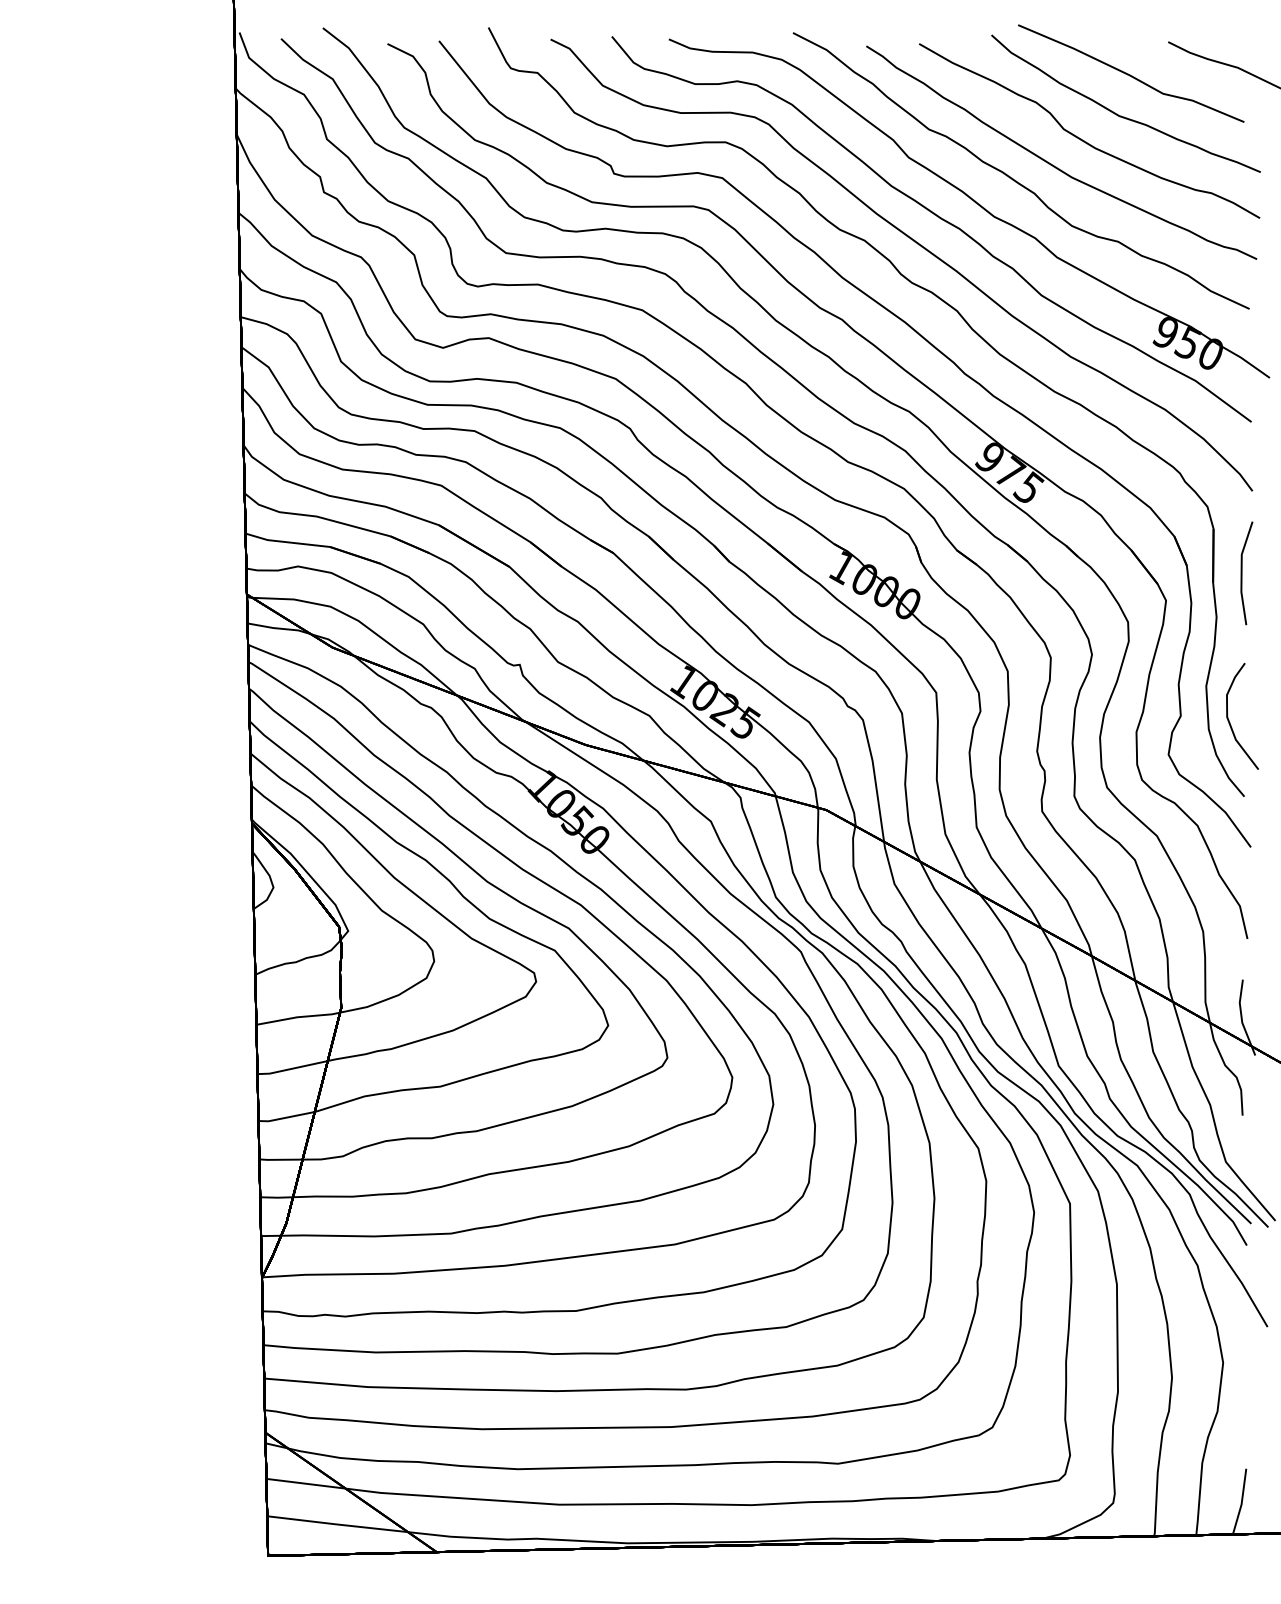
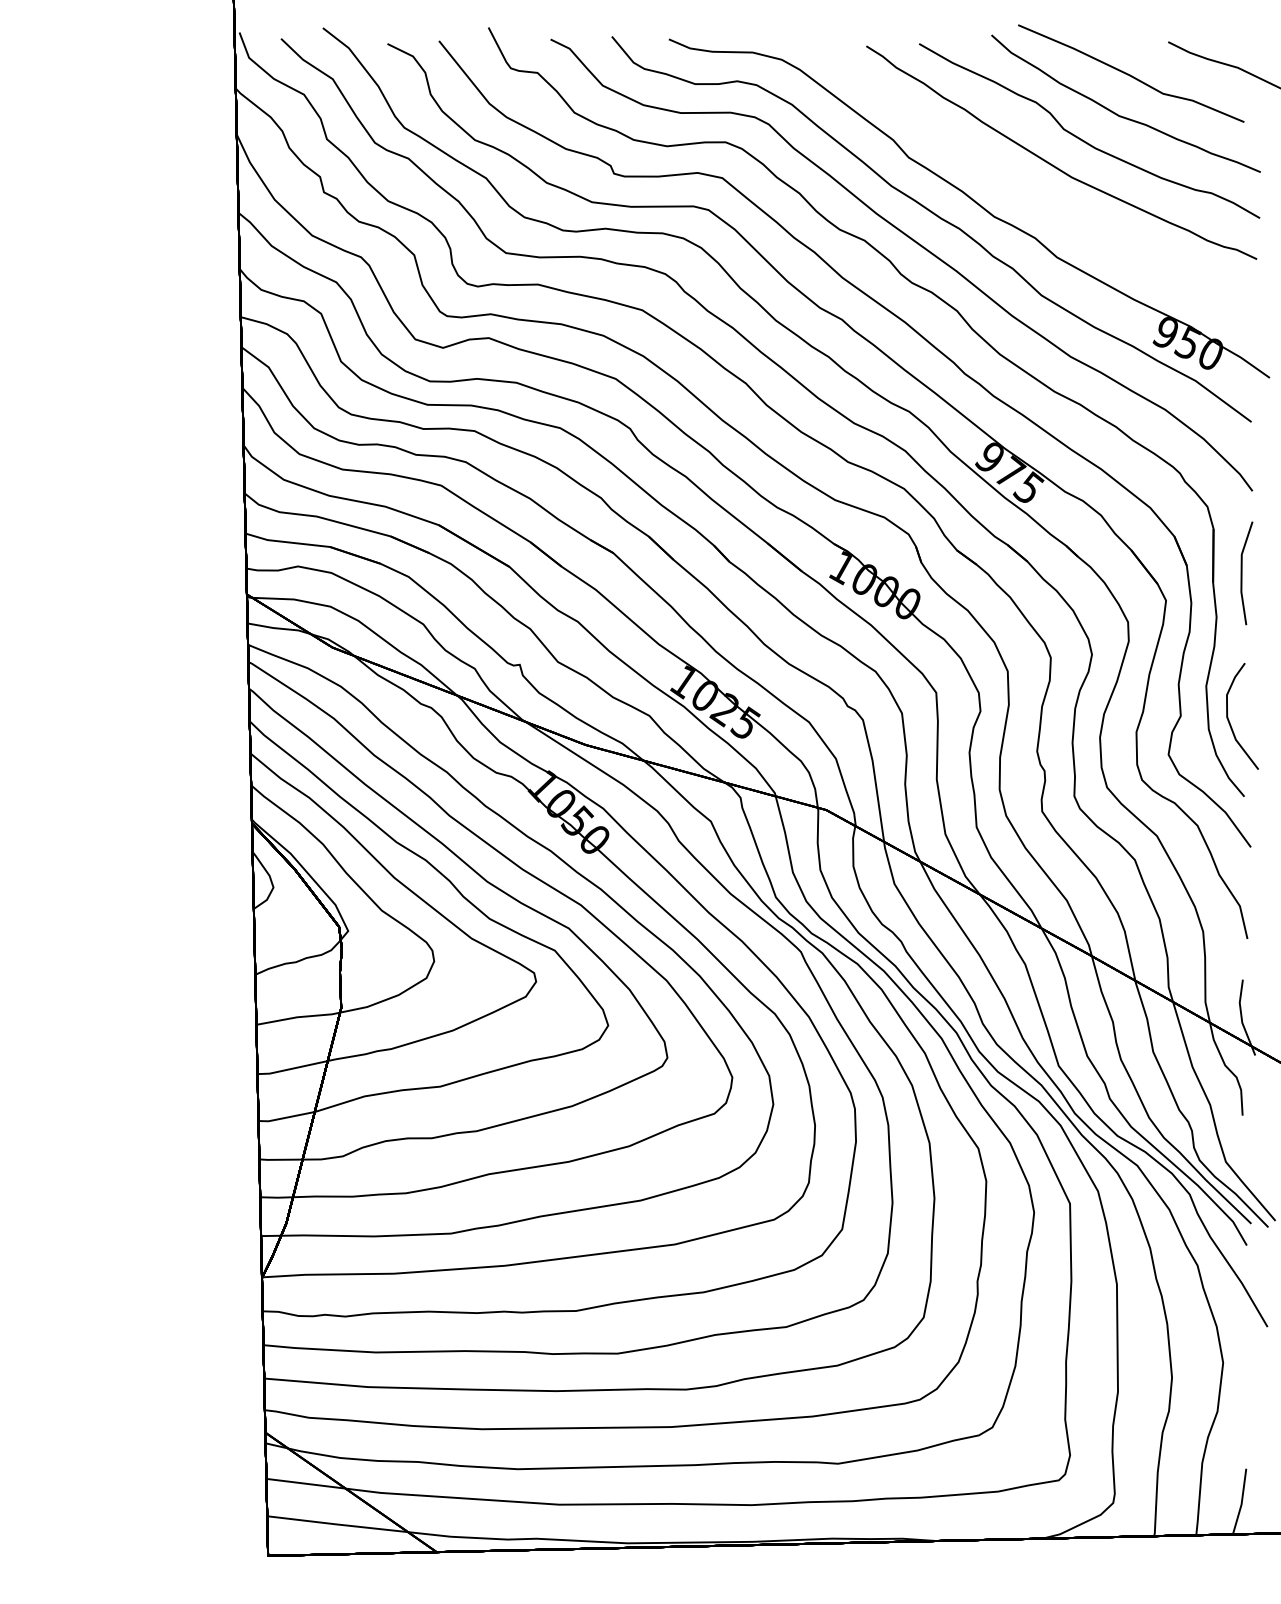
part at (1013, 178): present -> none
